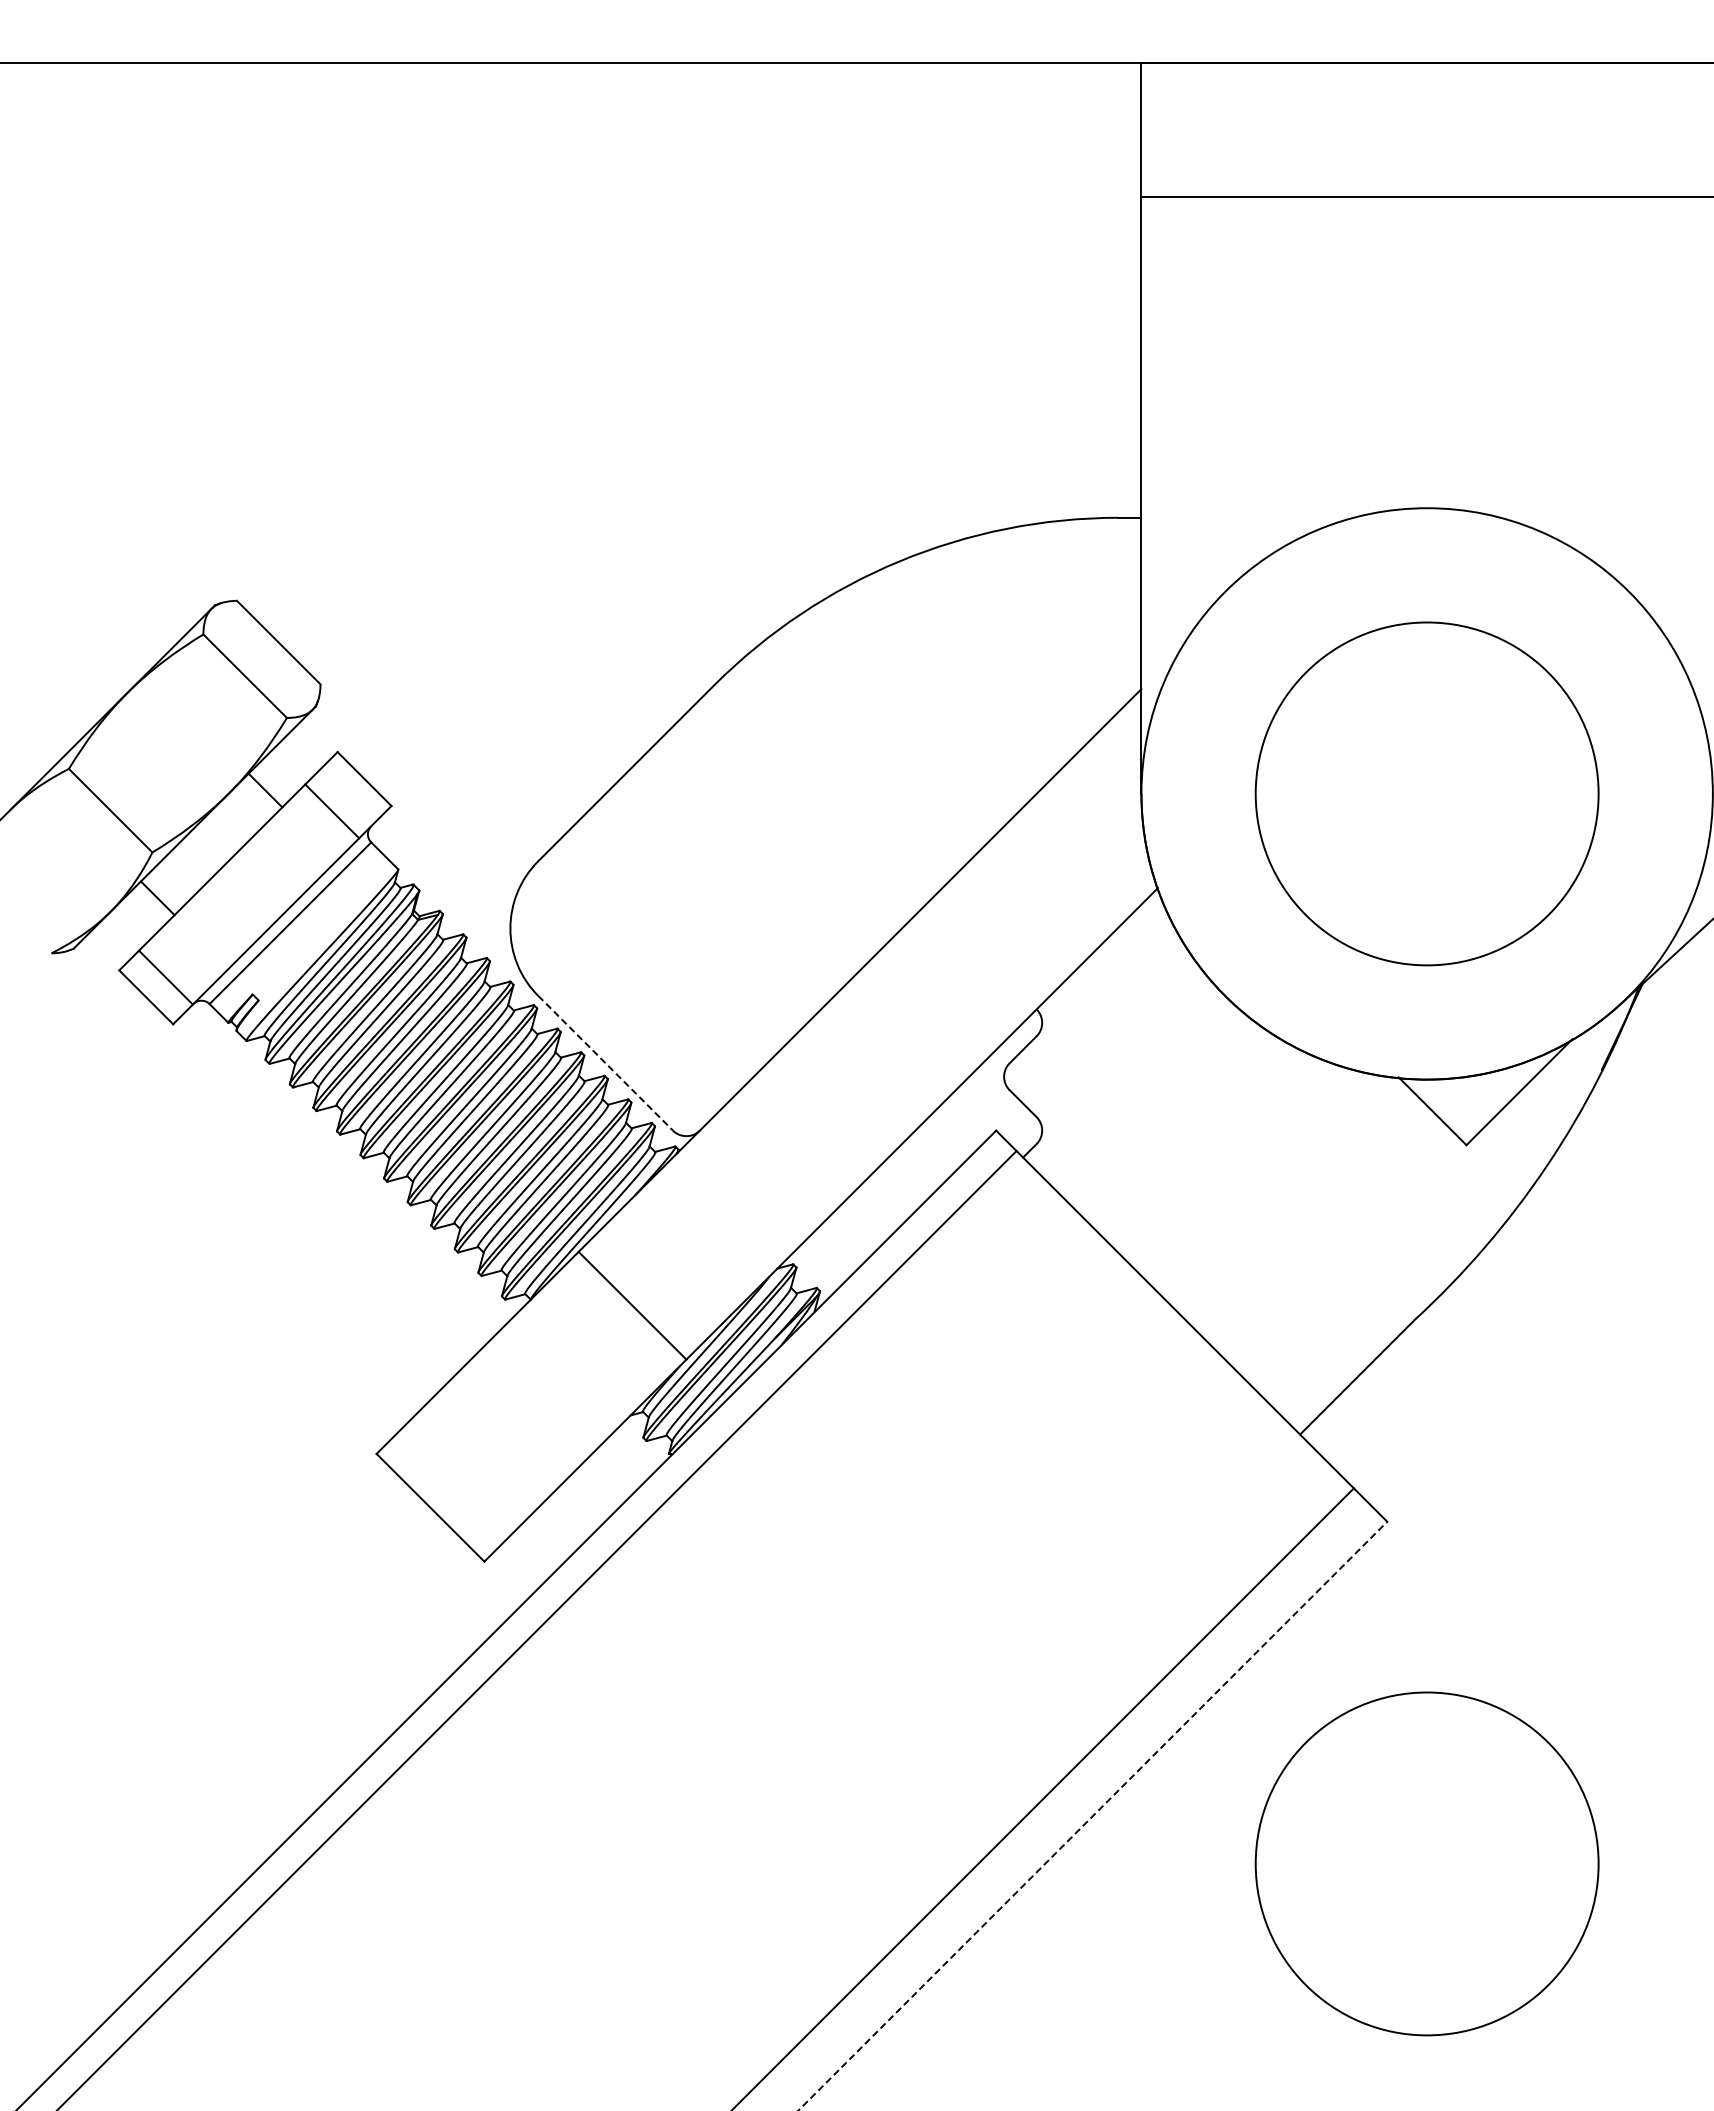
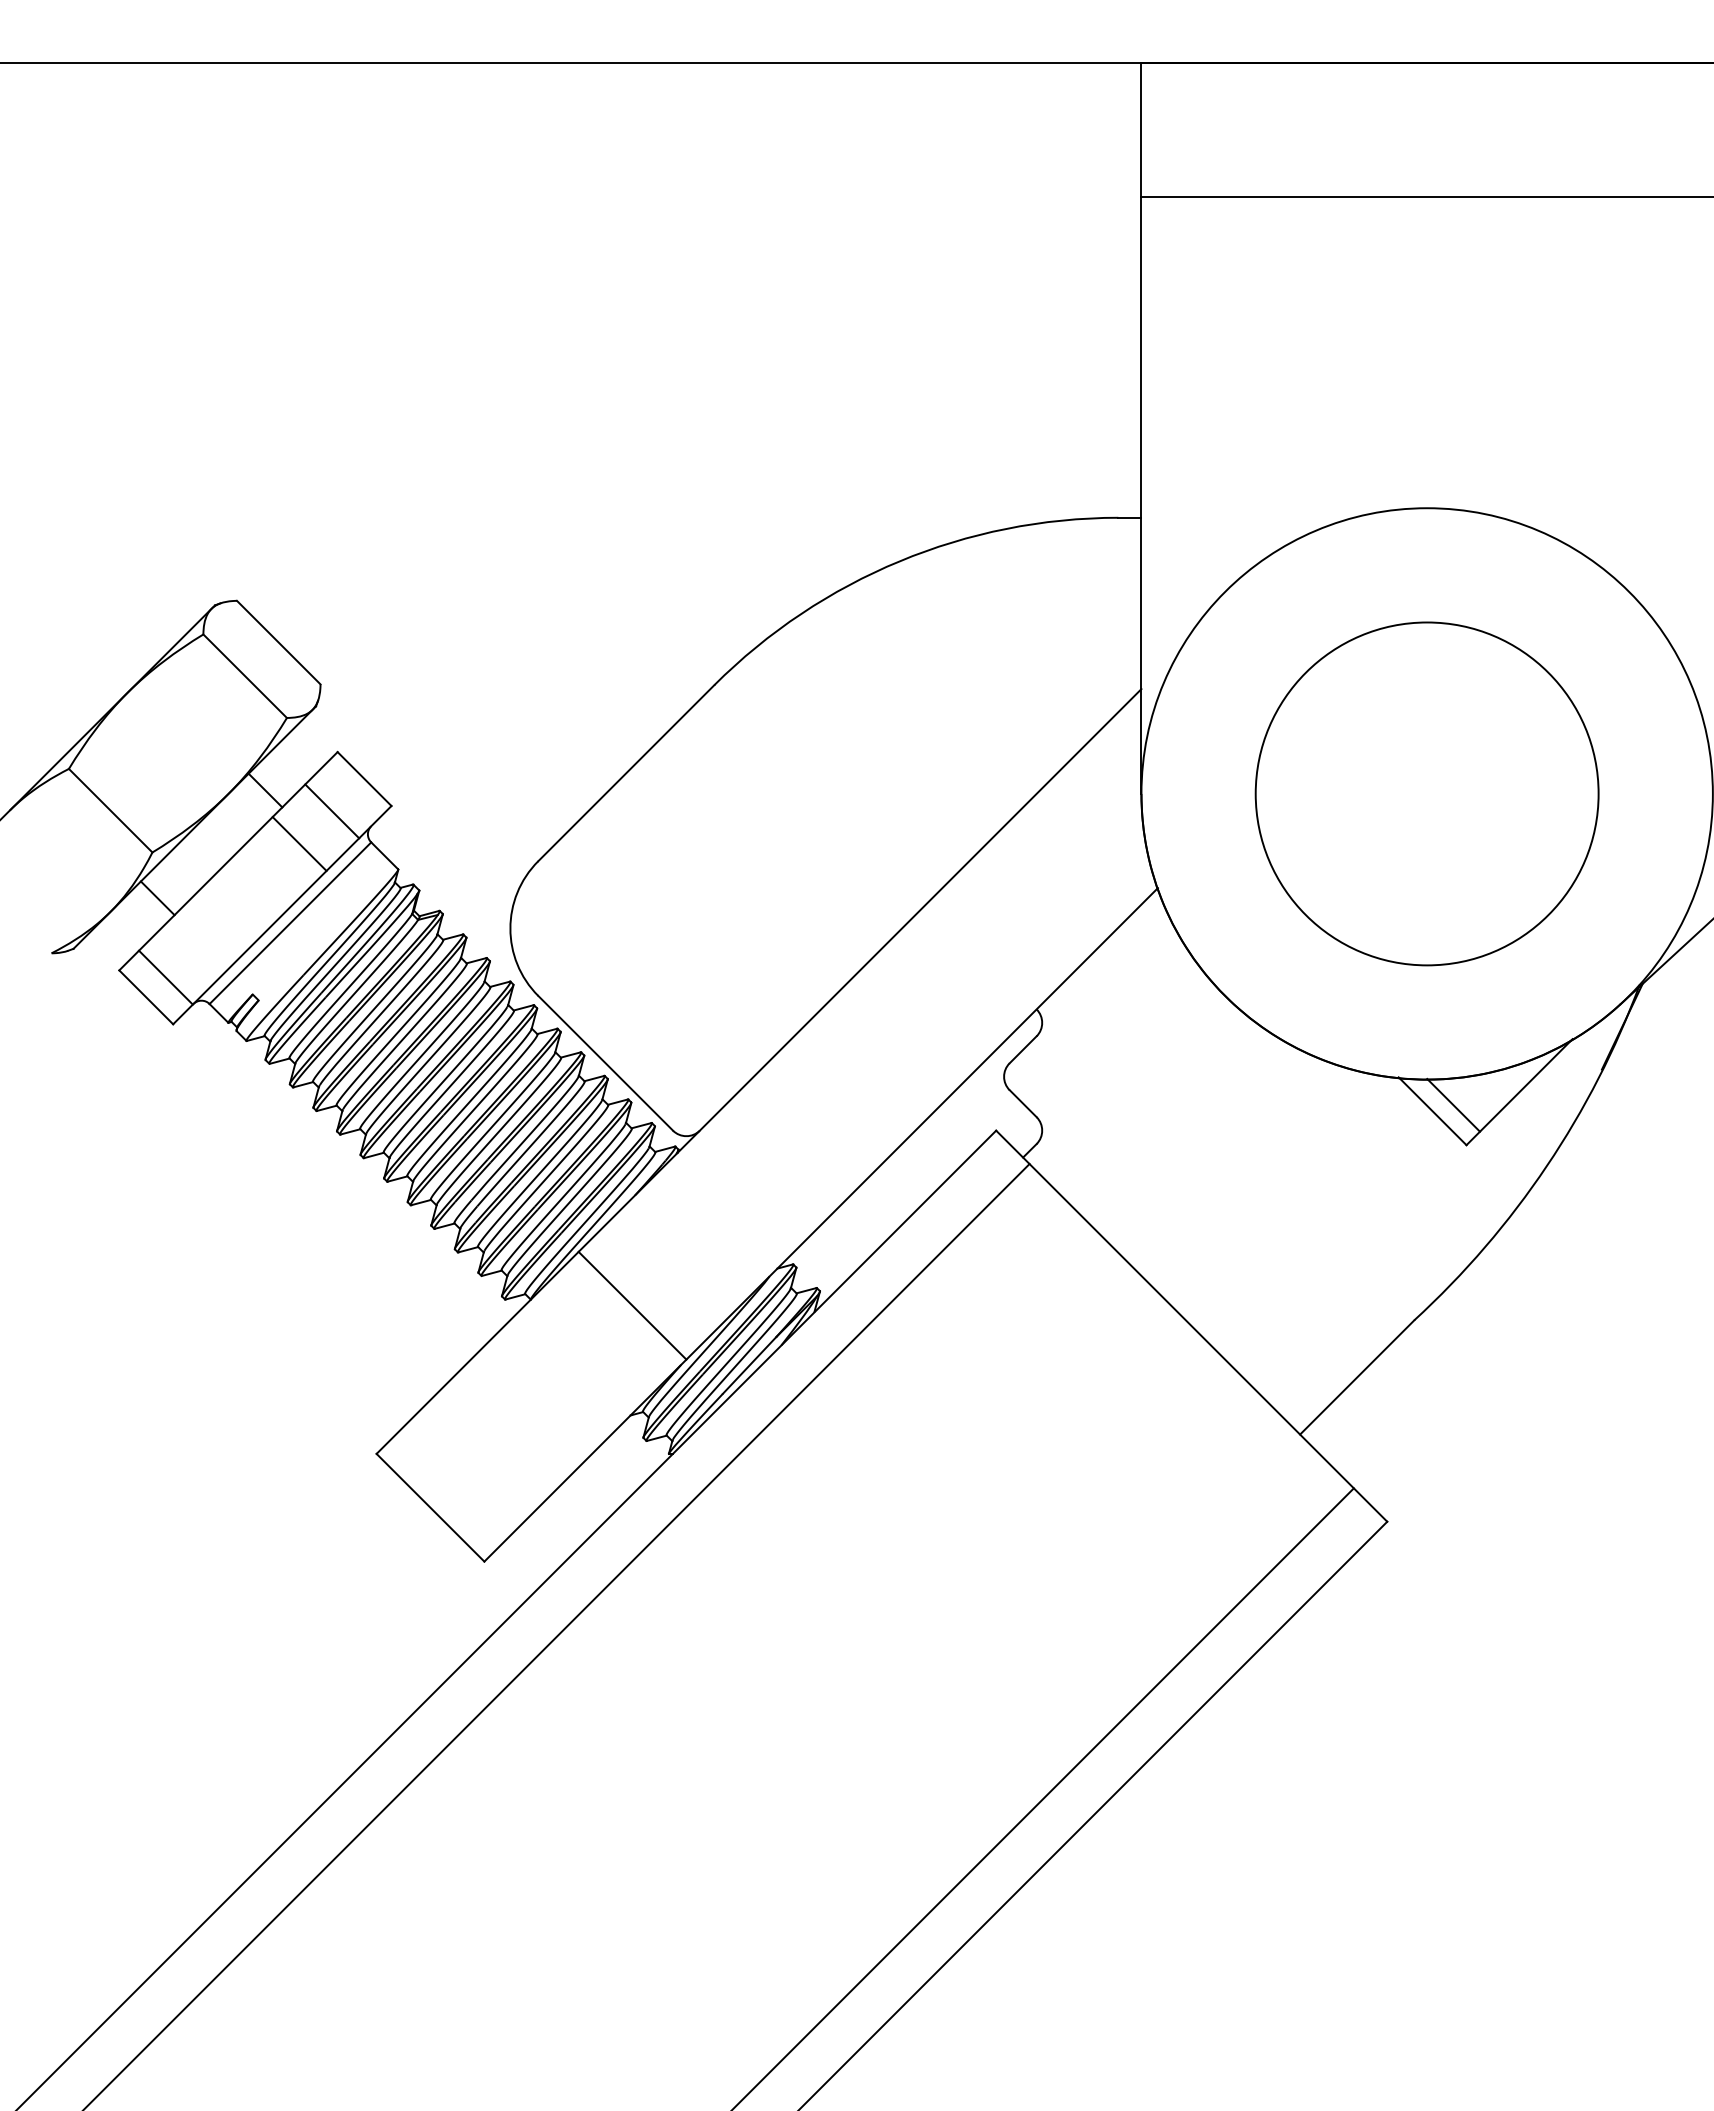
line at (299, 843): none -> present
line at (606, 1063): dashed -> solid
line at (1453, 1104): none -> present
line at (537, 1629) position: (537, 1629) -> (557, 1635)
line at (1093, 1815): dashed -> solid
circle at (1426, 1863): present -> none
